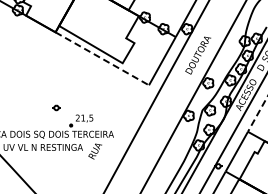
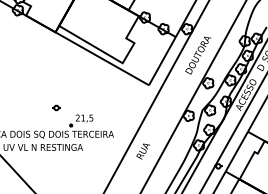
line at (102, 58): dashed -> solid
line at (257, 114): dashed -> solid
text at (94, 151) position: (94, 151) -> (142, 151)
